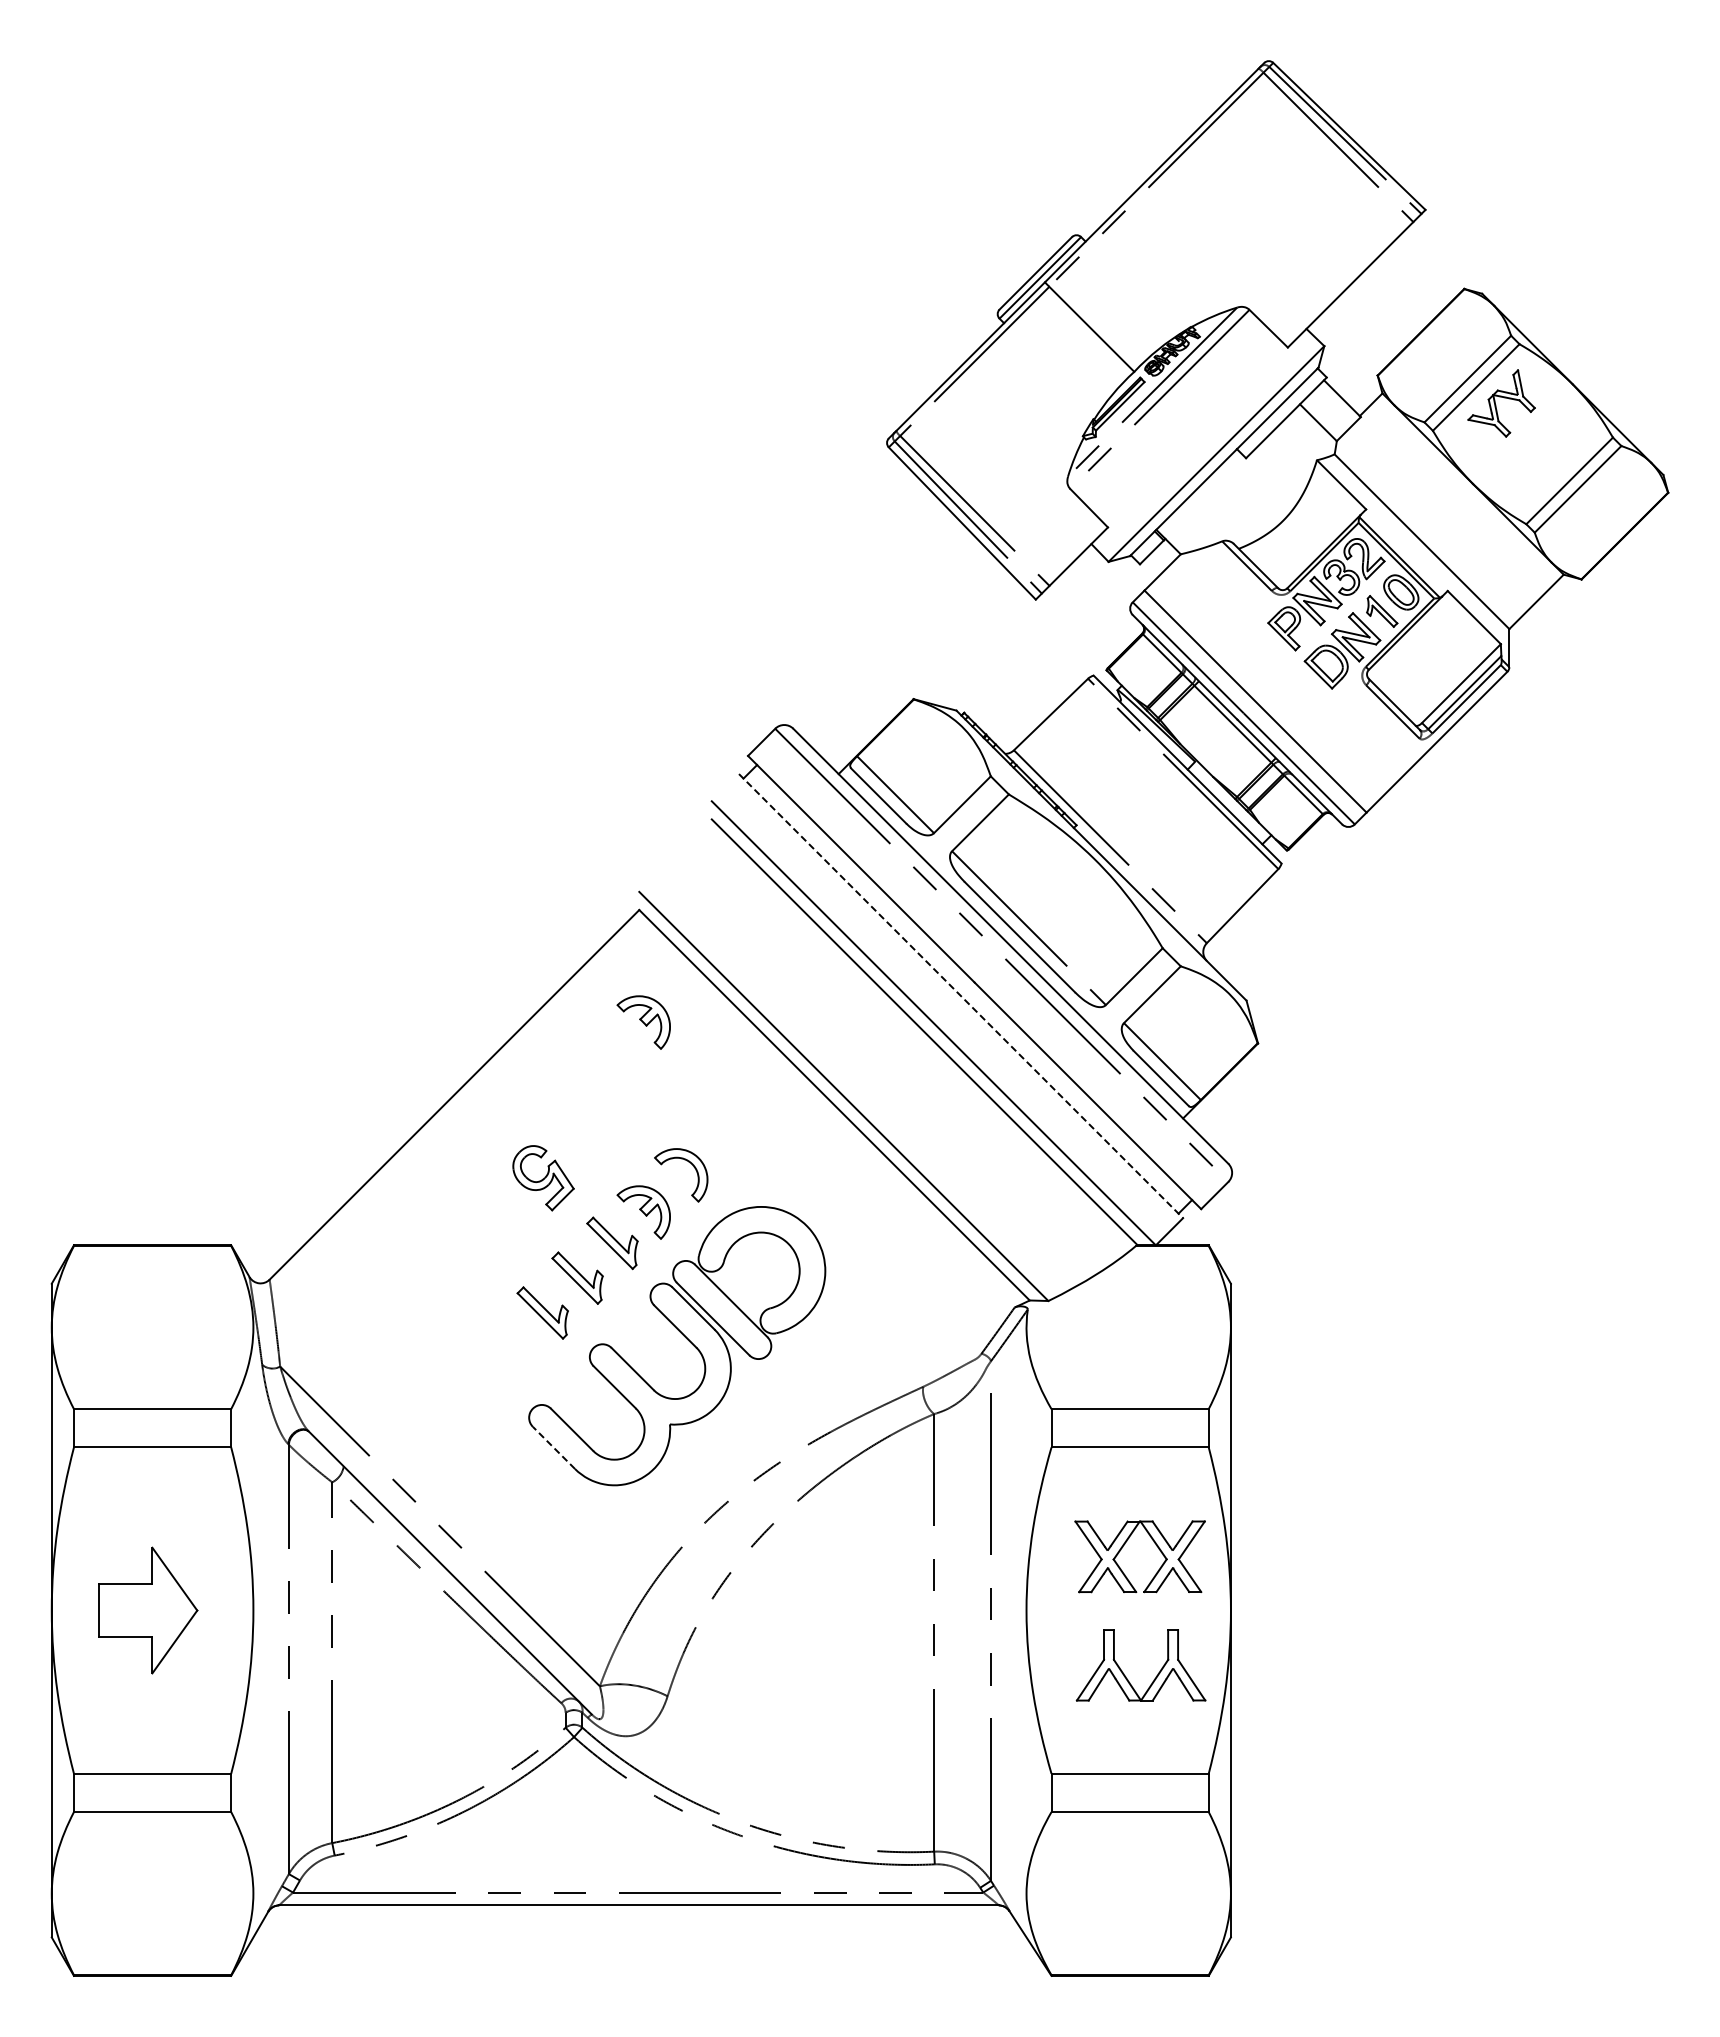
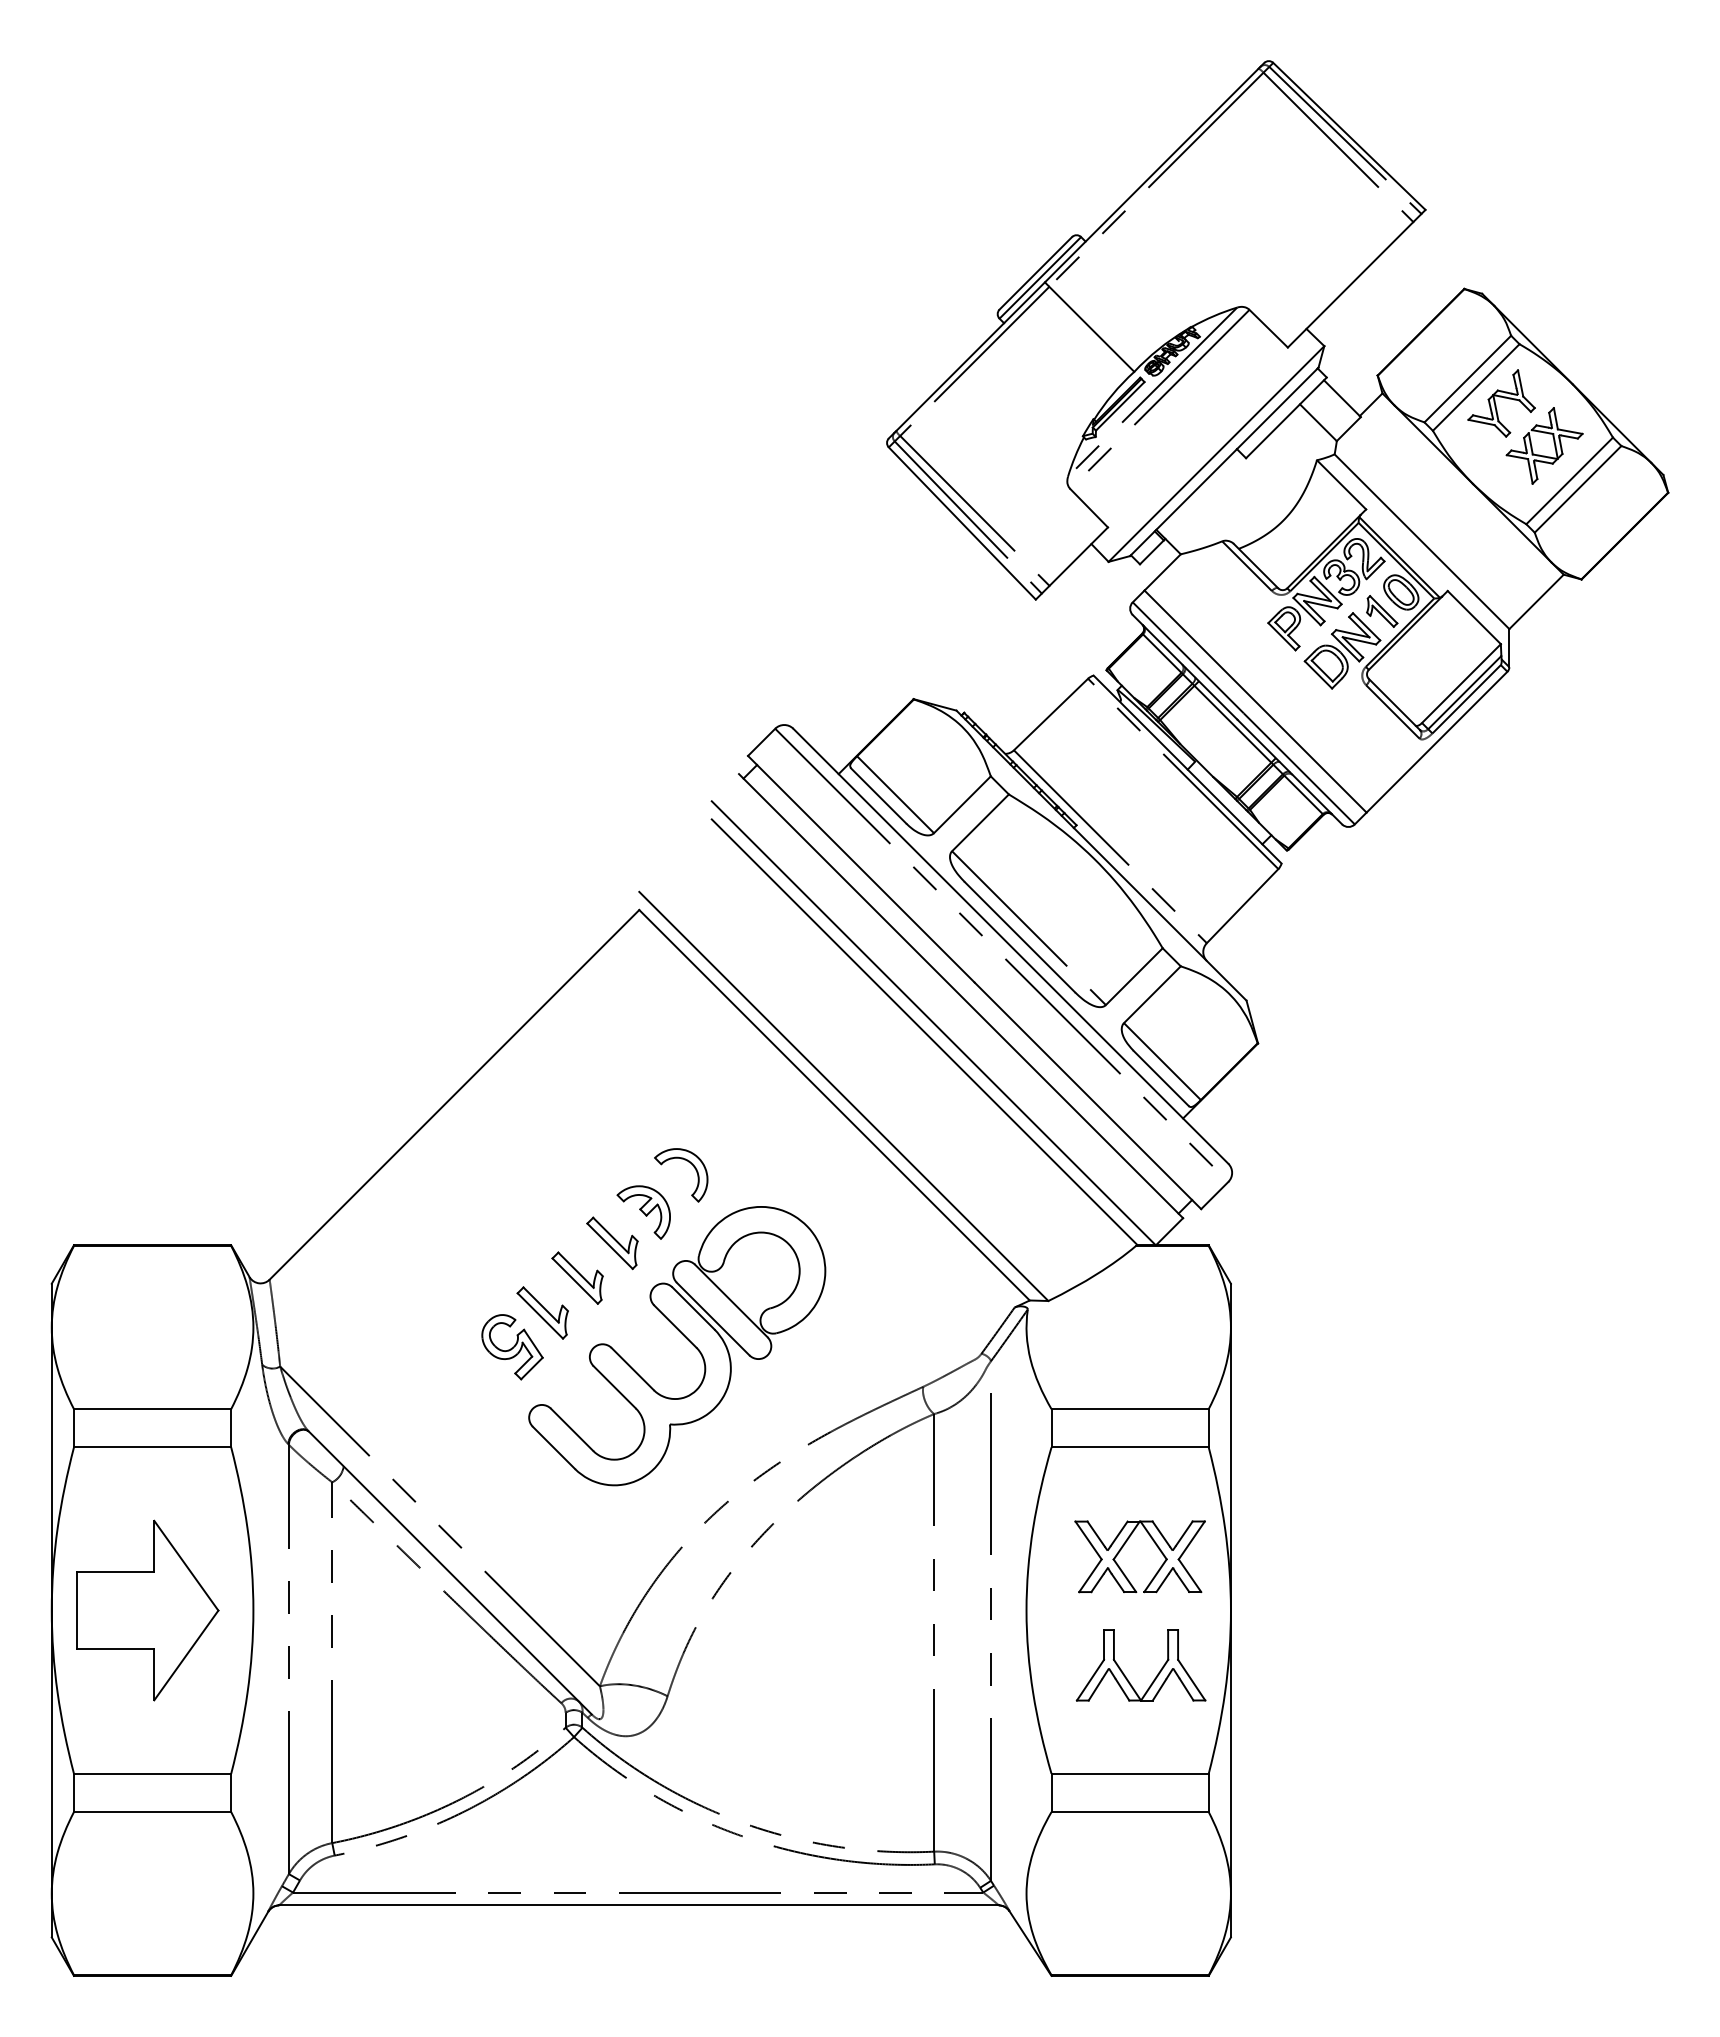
part at (1553, 442): none -> present
line at (961, 996): dashed -> solid
part at (643, 1022): present -> none
part at (543, 1178) position: (543, 1178) -> (512, 1347)
line at (553, 1447): dashed -> solid
part at (148, 1610) size: 101x129 px -> 144x183 px
